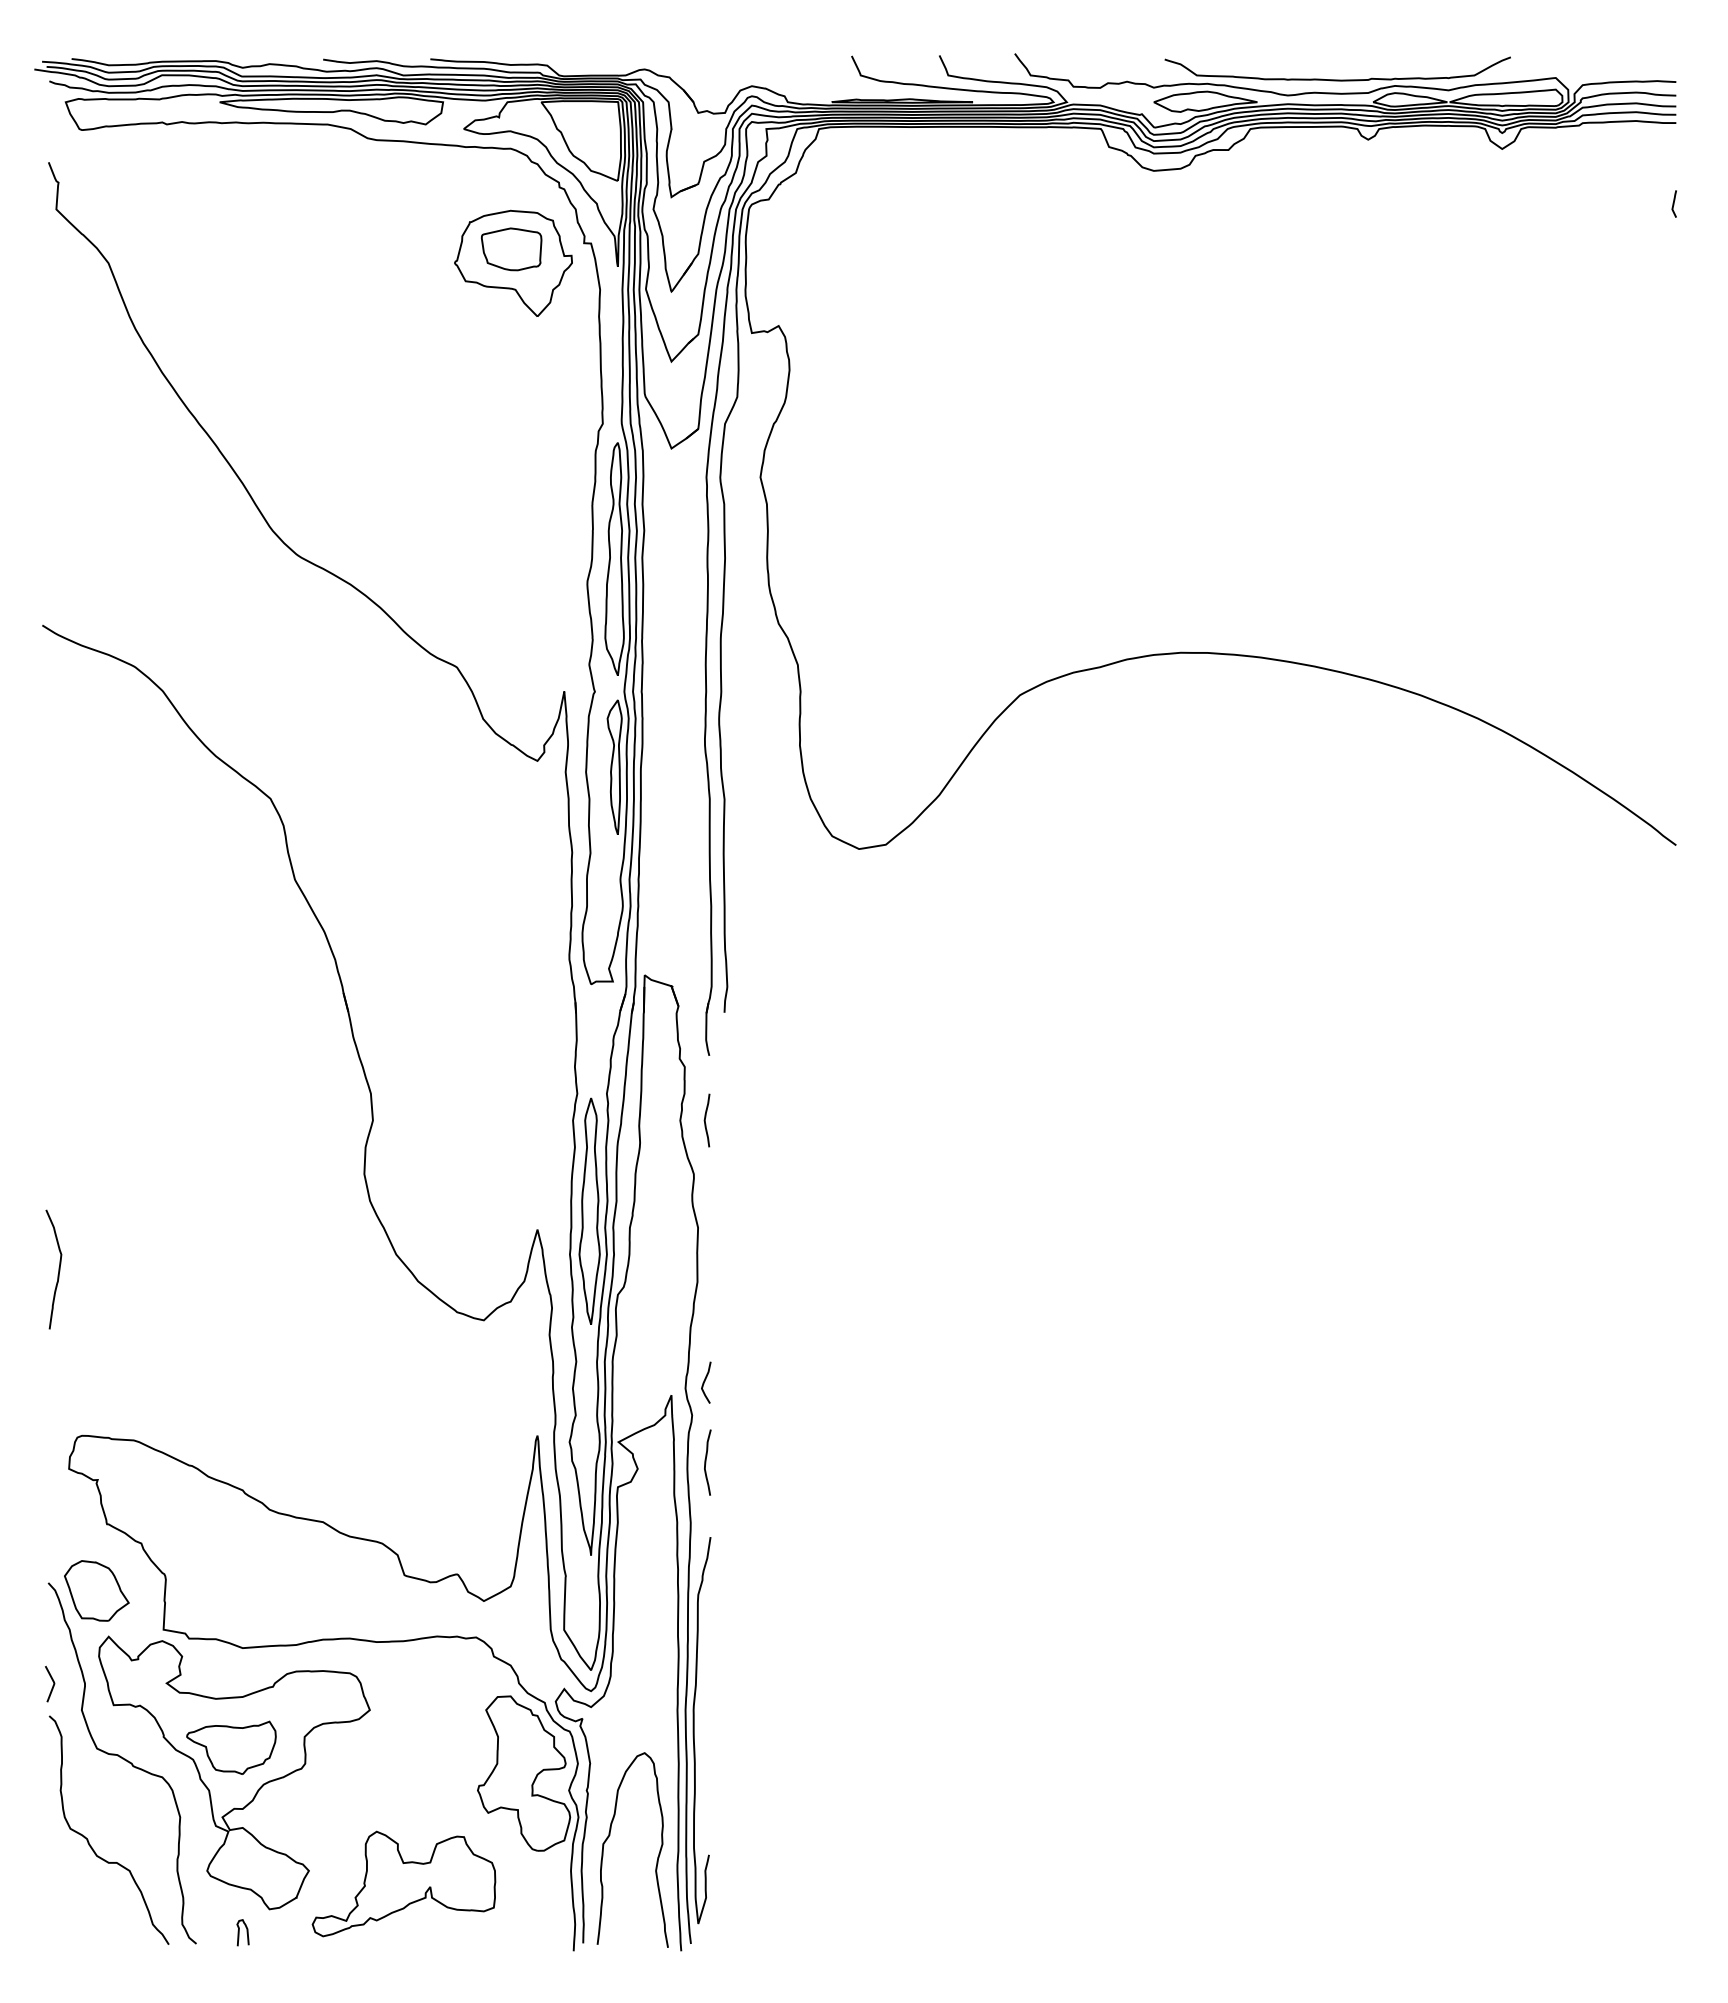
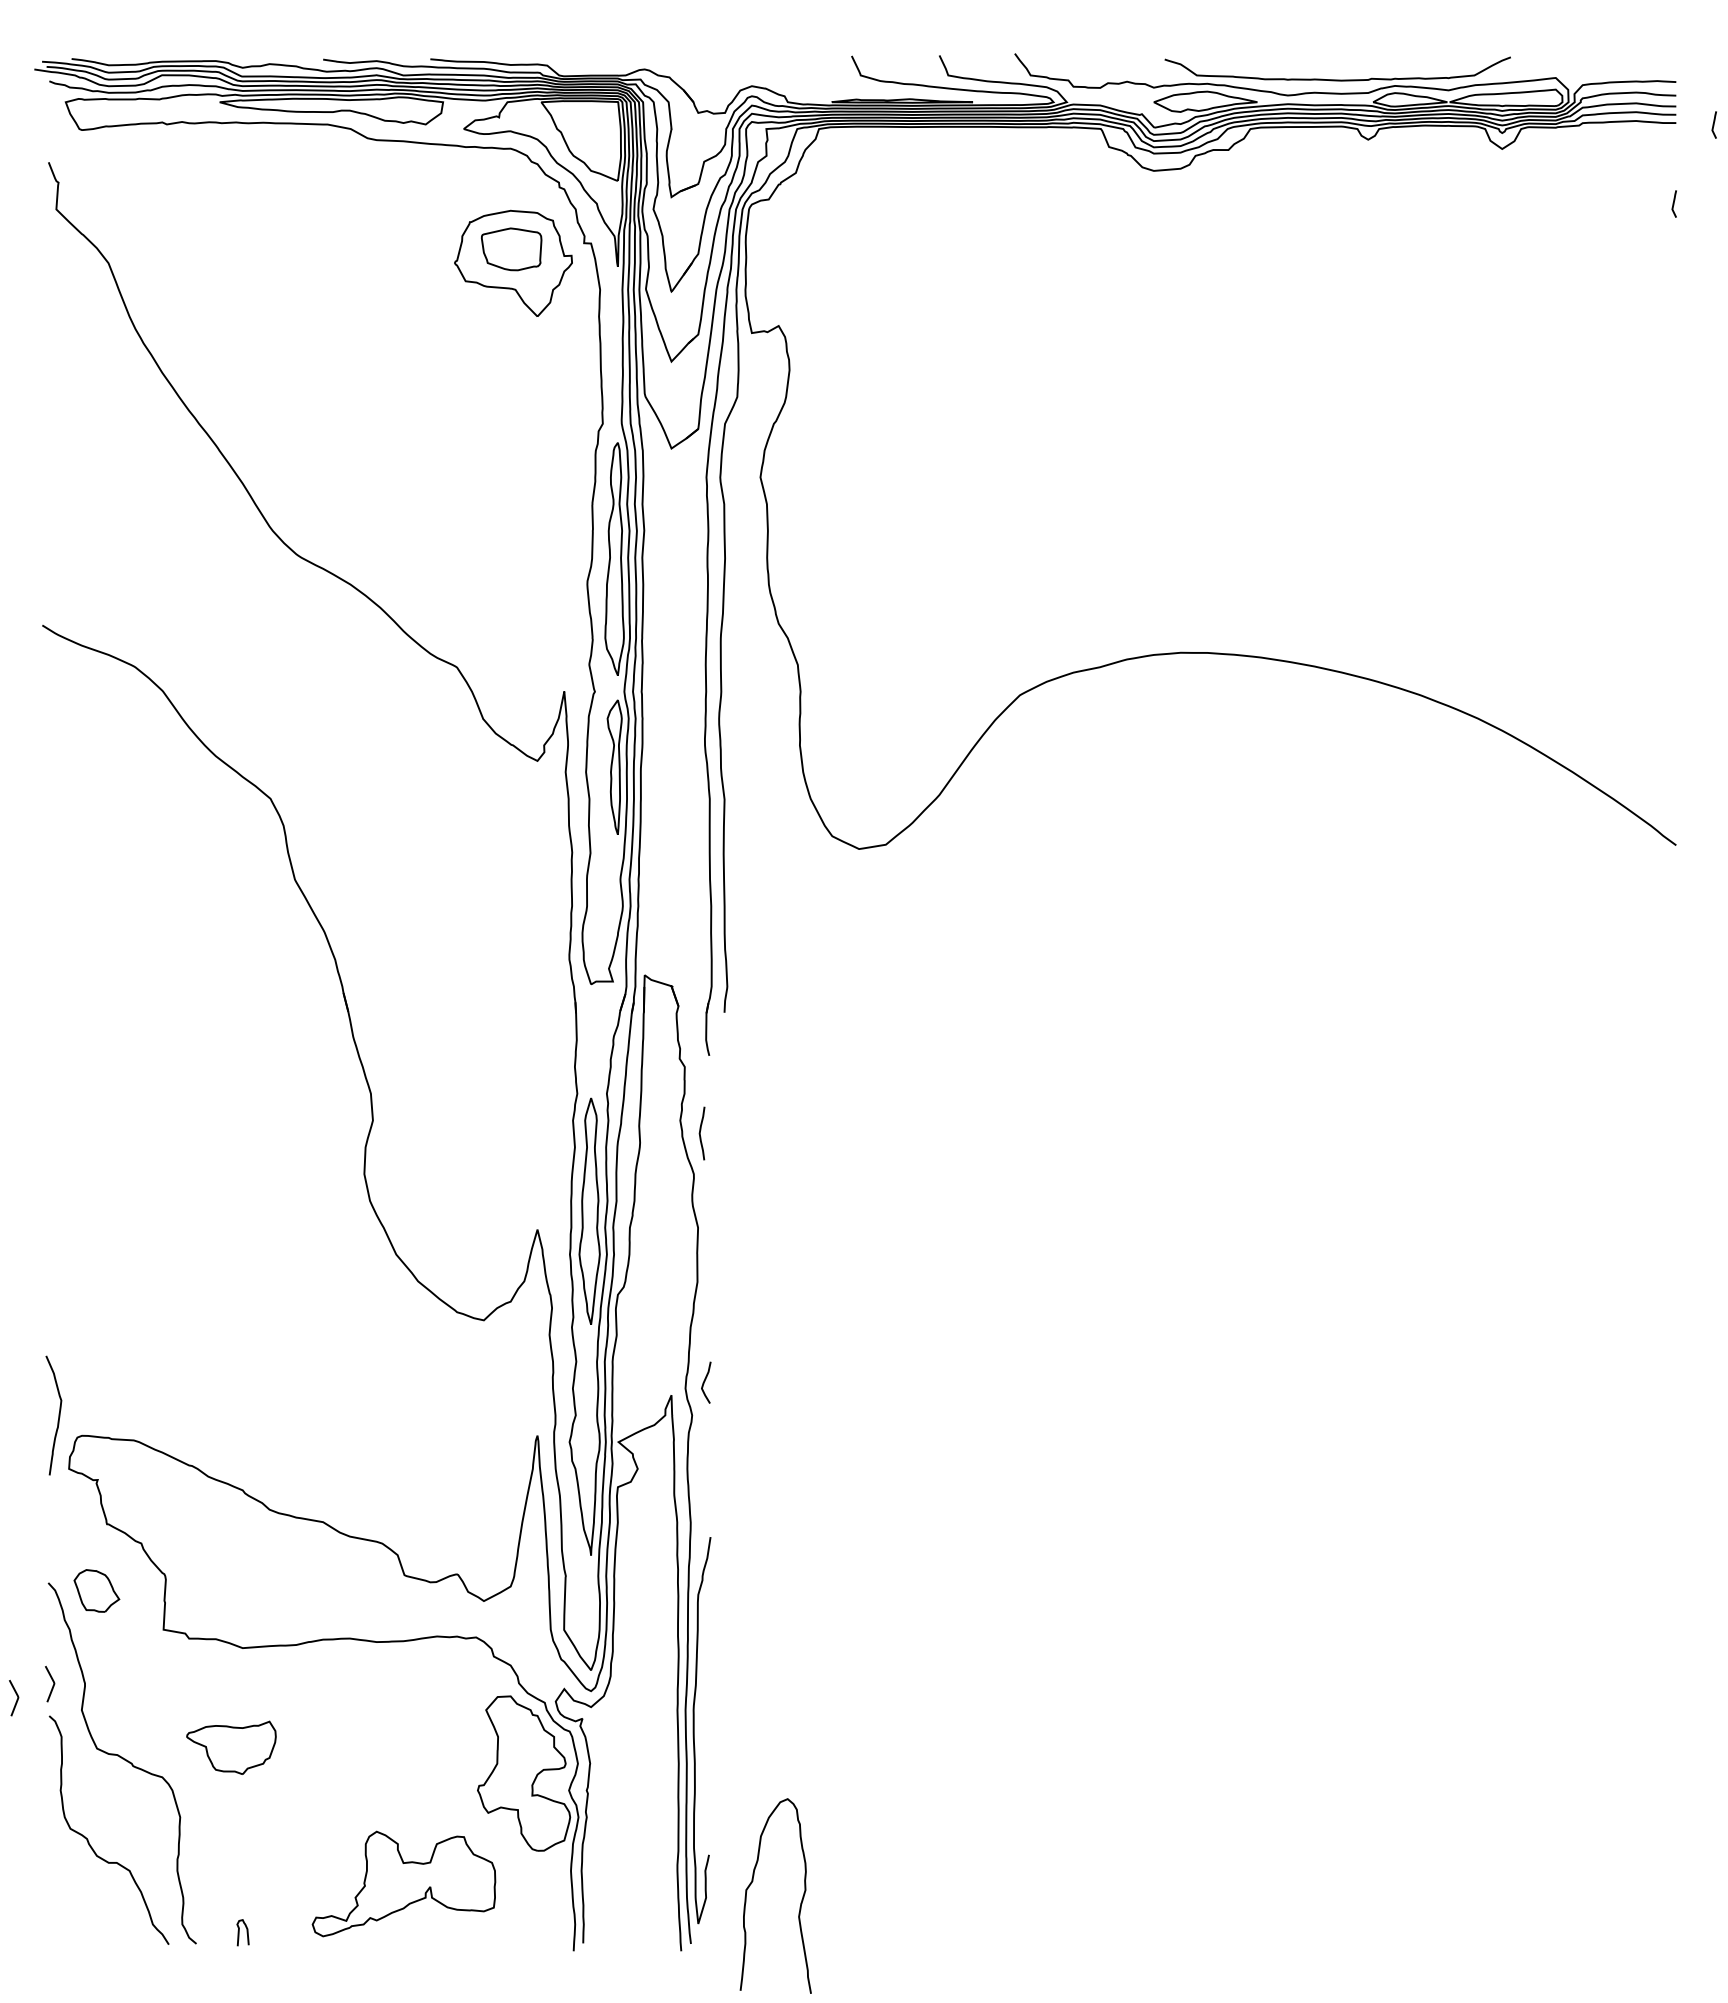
line at (1713, 124): none -> present
curve at (705, 1120) position: (705, 1120) -> (700, 1133)
curve at (58, 1269) position: (58, 1269) -> (58, 1415)
curve at (706, 1462): present -> none
part at (96, 1590) size: 66x62 px -> 48x44 px
line at (16, 1699): none -> present
part at (234, 1772): present -> none
curve at (657, 1856) position: (657, 1856) -> (800, 1902)
